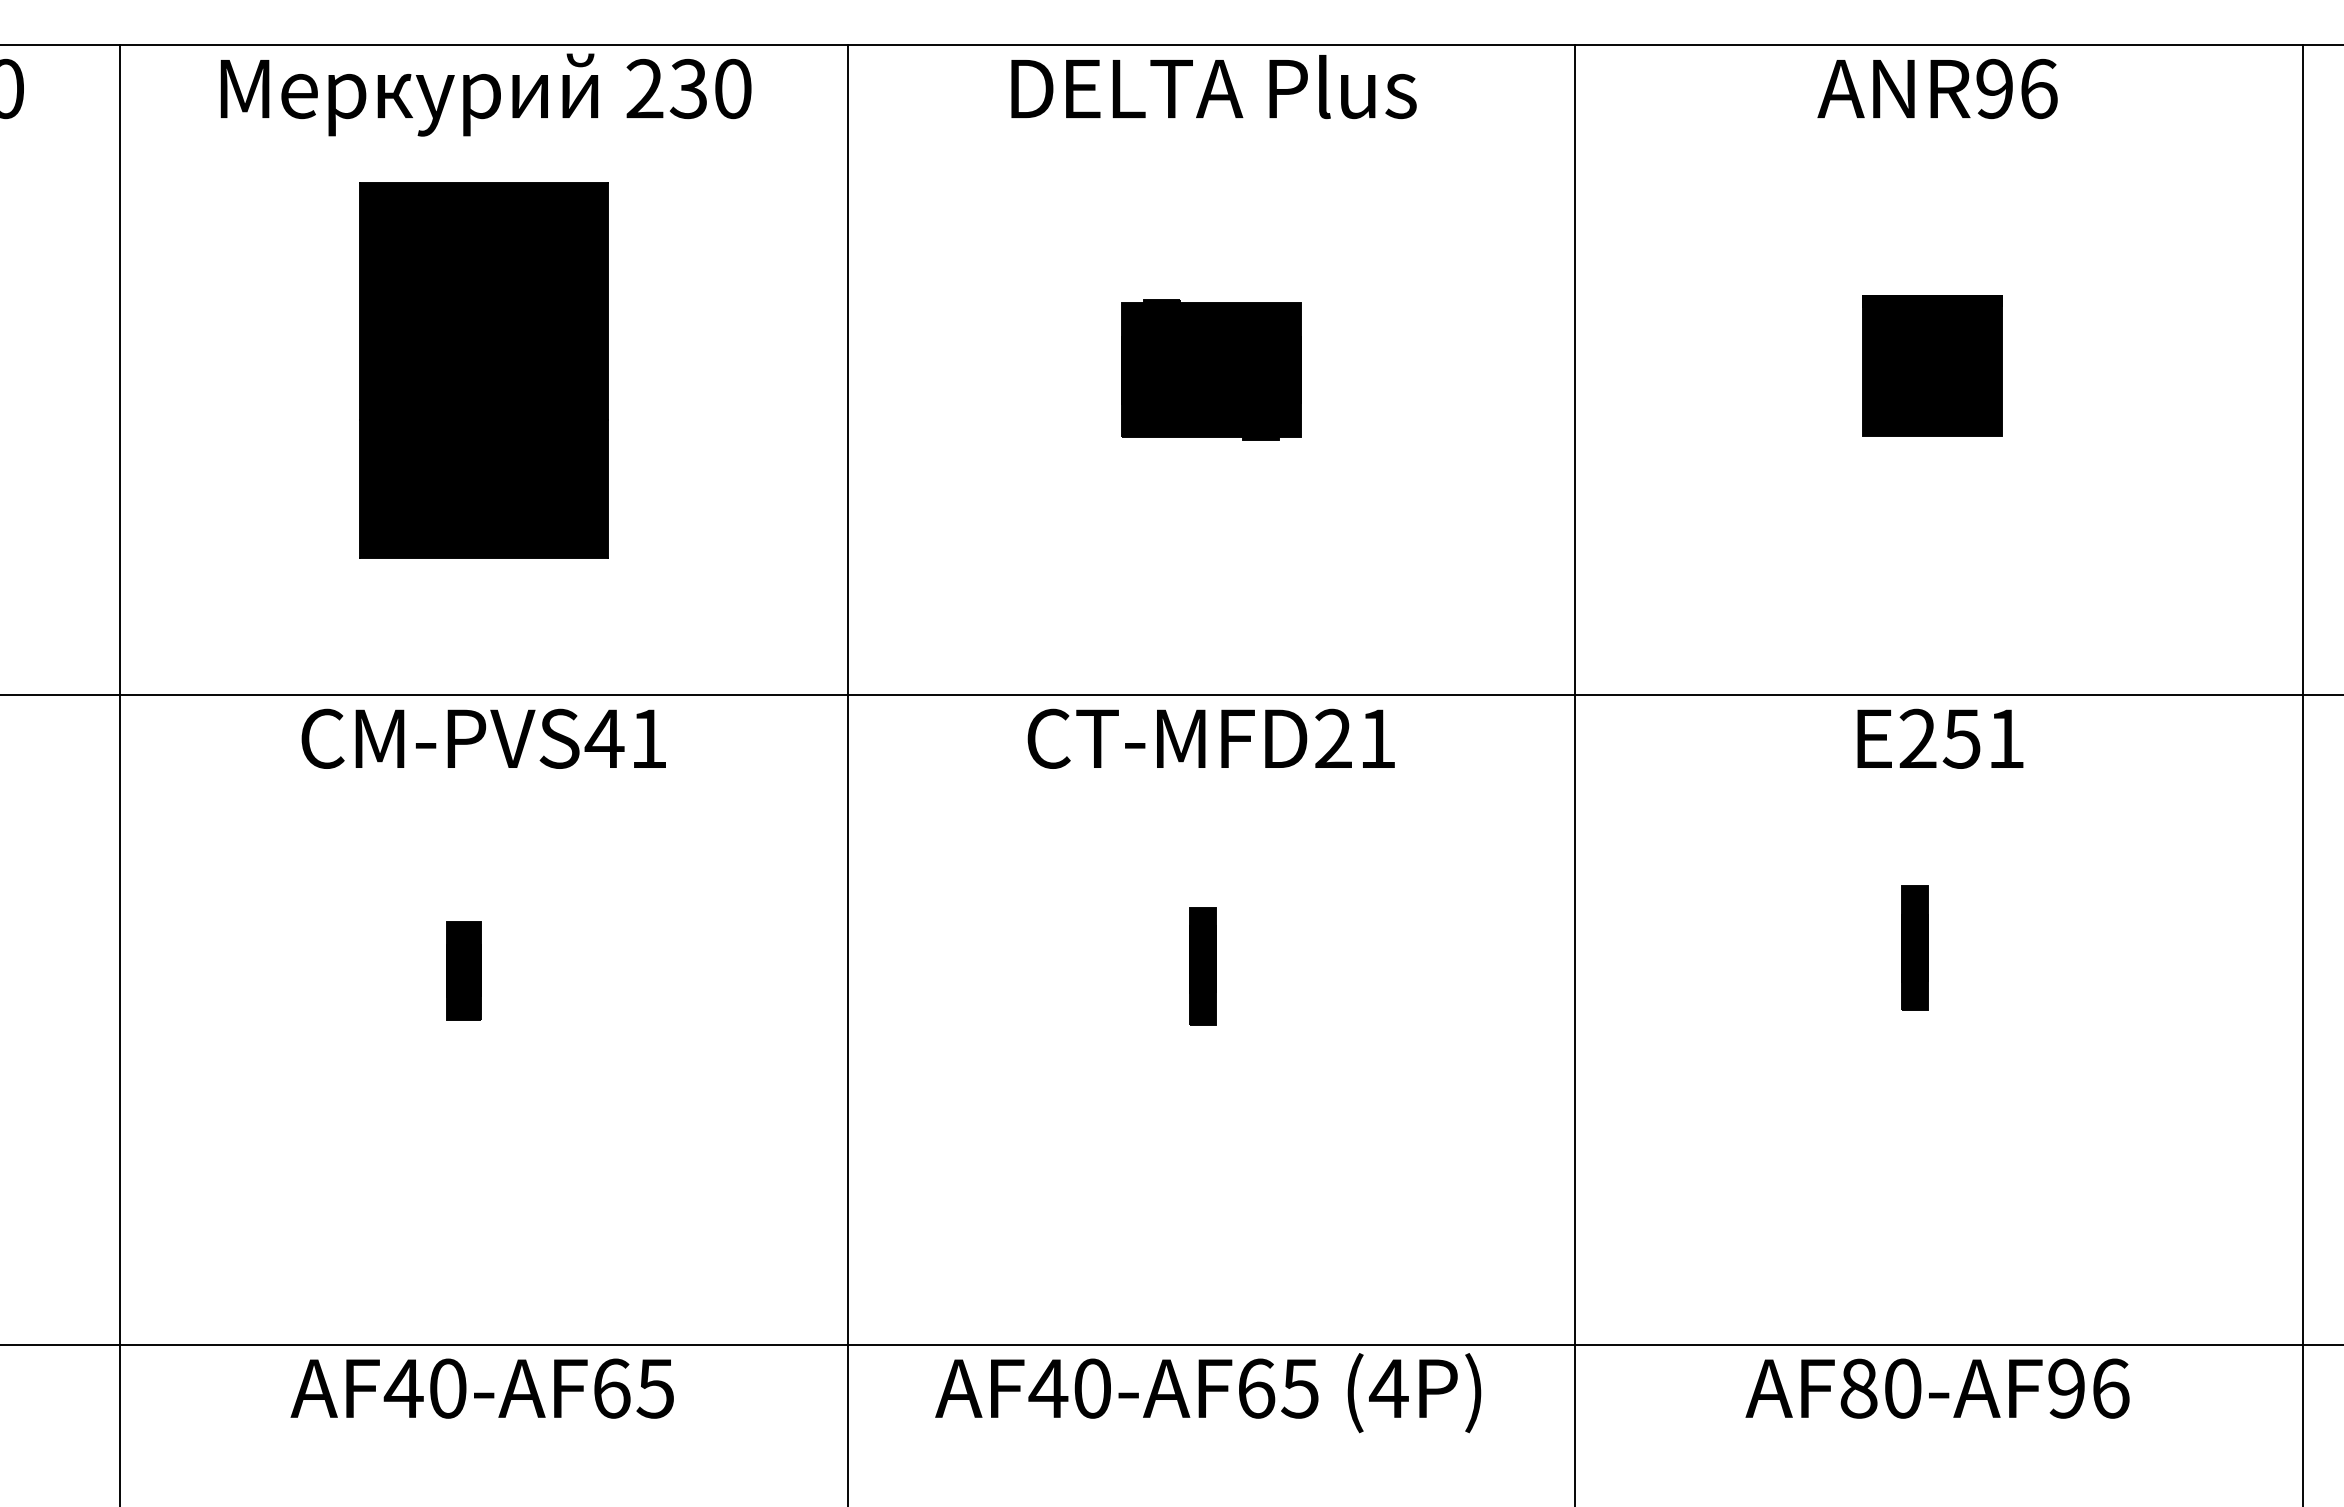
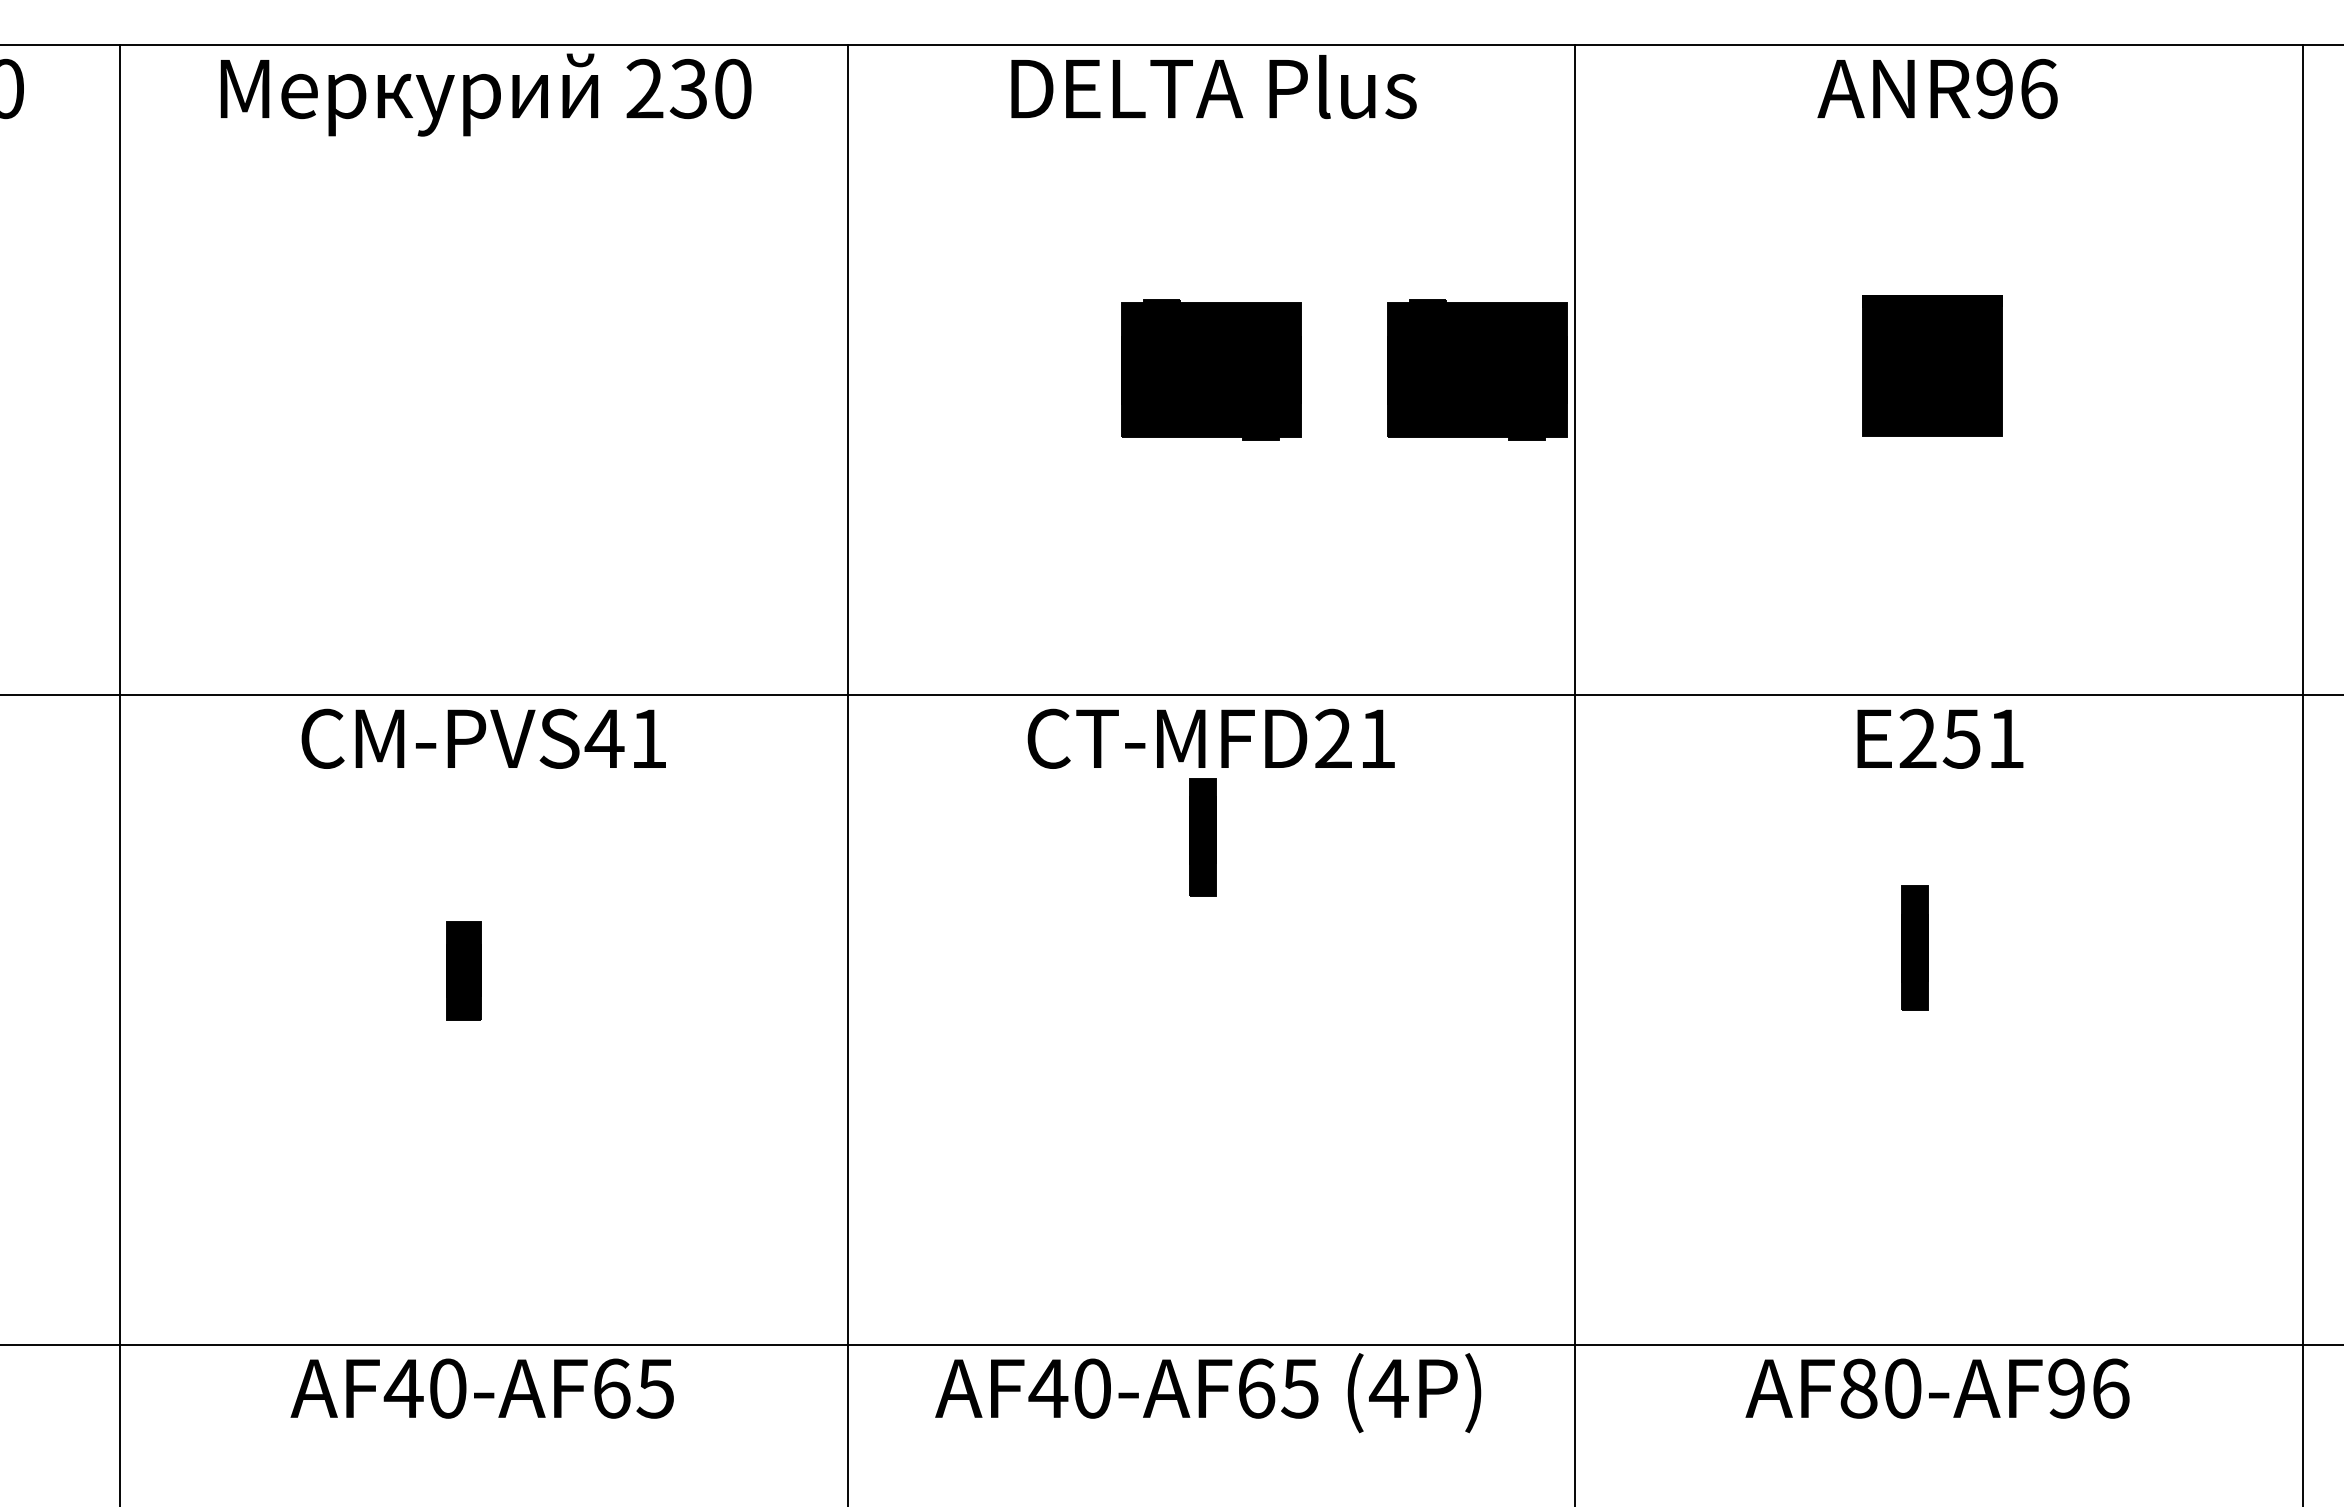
part at (1477, 369): none -> present
part at (483, 370): present -> none
part at (1202, 966) position: (1202, 966) -> (1202, 837)
